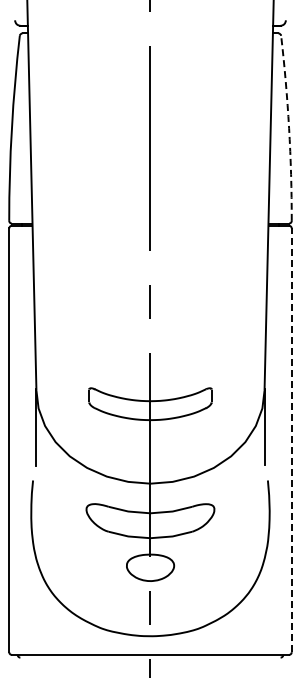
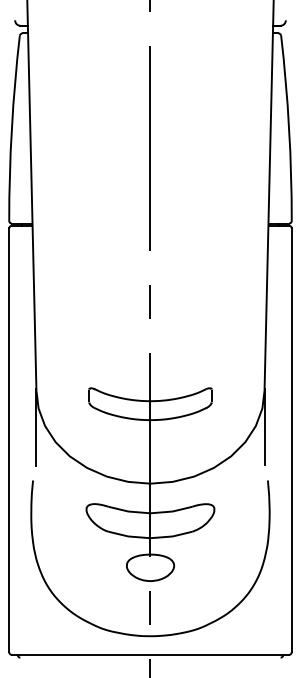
arc at (289, 128): dashed -> solid
line at (291, 440): dashed -> solid
